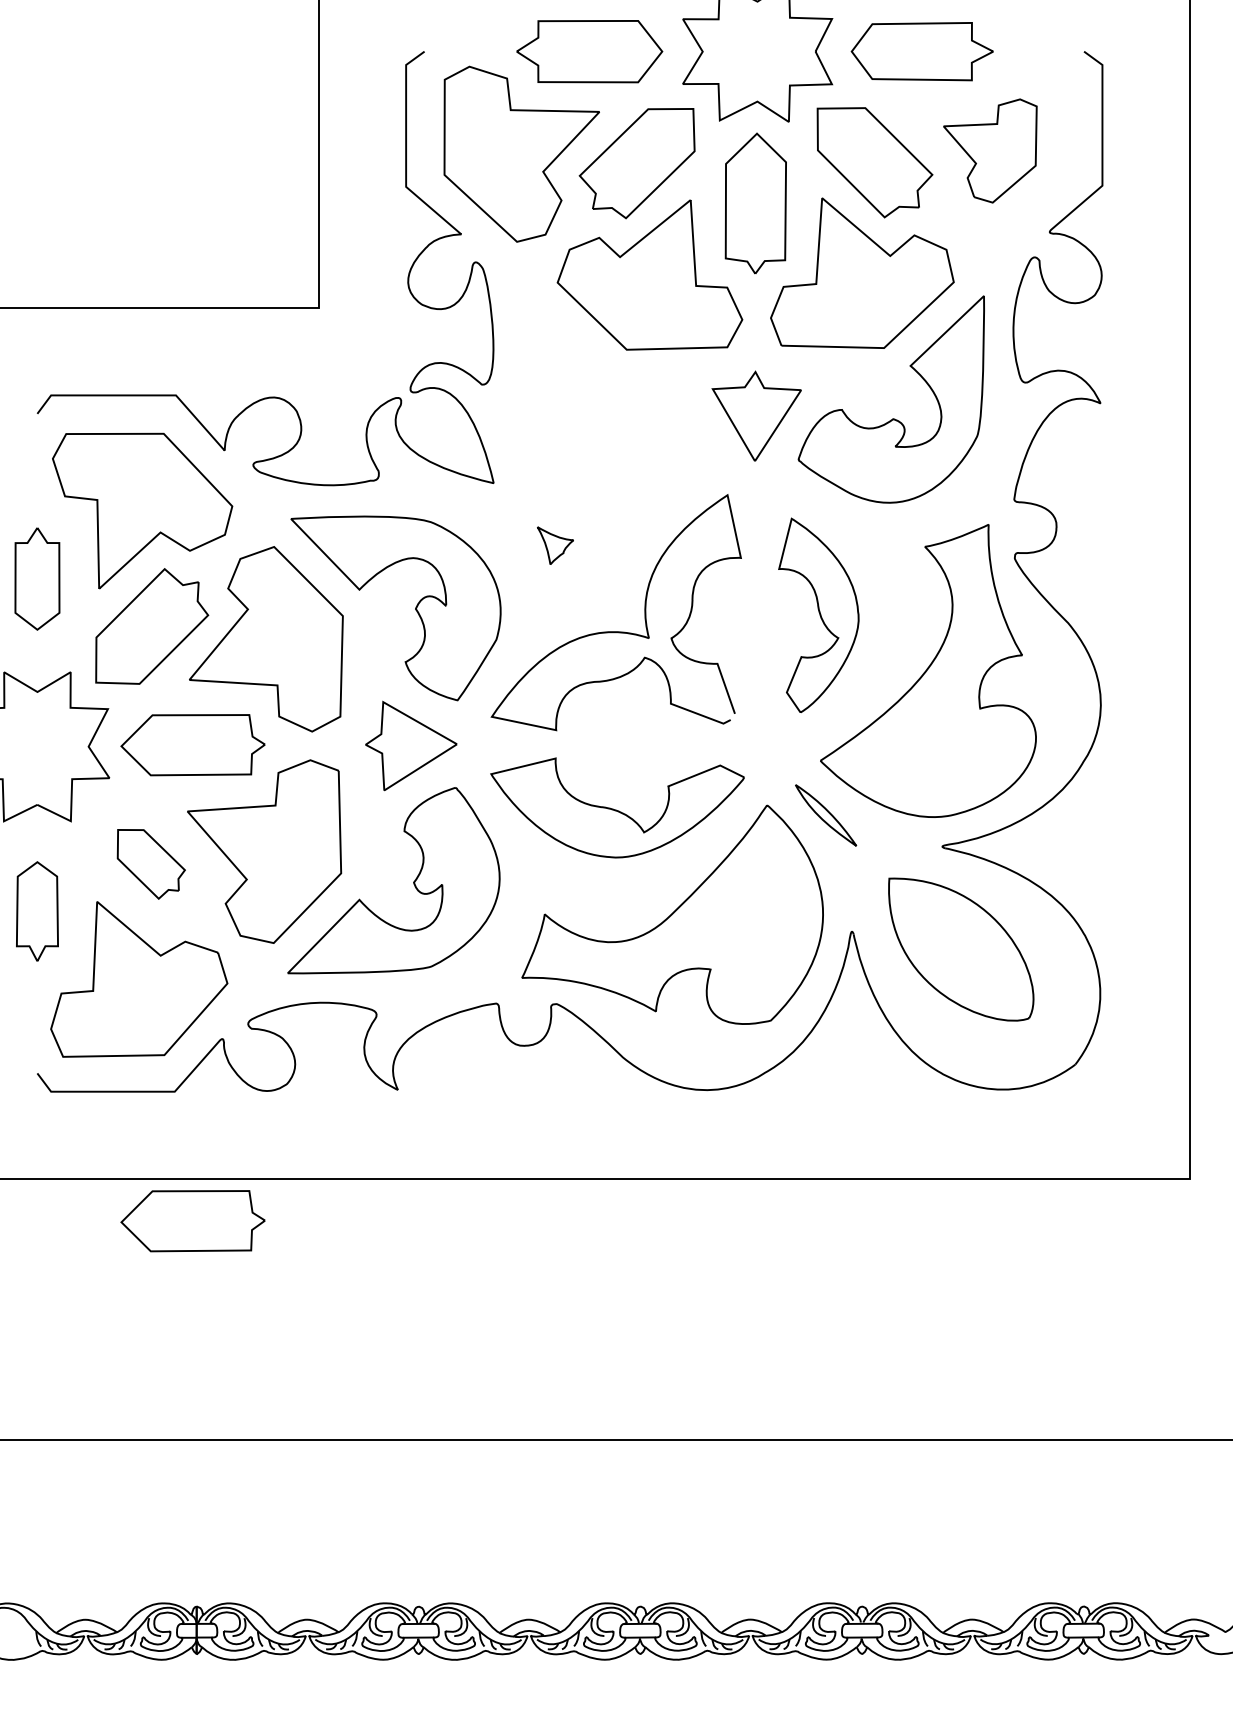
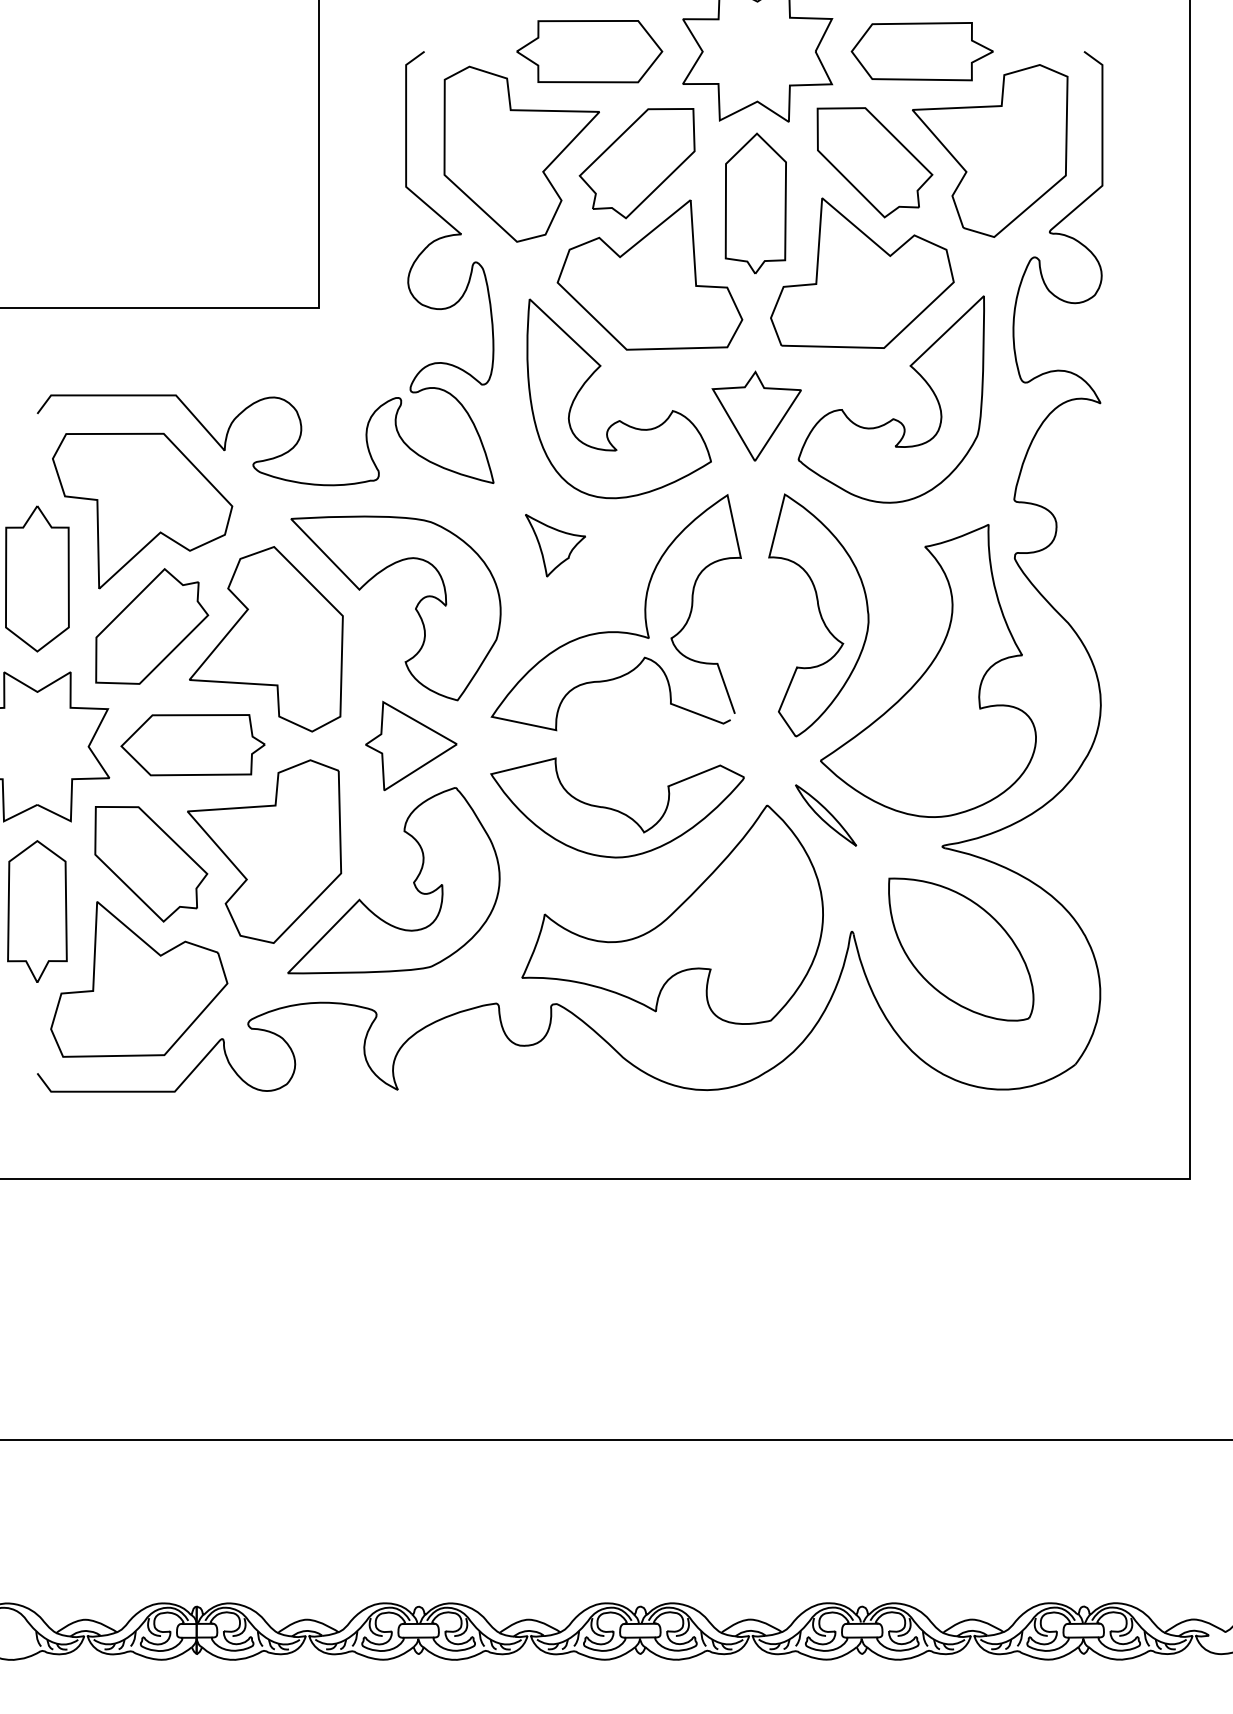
part at (990, 150) size: 95x106 px -> 157x174 px
part at (618, 420): none -> present
part at (555, 545) size: 37x39 px -> 61x64 px
part at (37, 578) size: 47x104 px -> 65x148 px
part at (818, 614) size: 82x196 px -> 102x245 px
part at (150, 864) size: 70x71 px -> 115x117 px
part at (37, 911) size: 43x101 px -> 61x143 px
part at (192, 1221): present -> none
